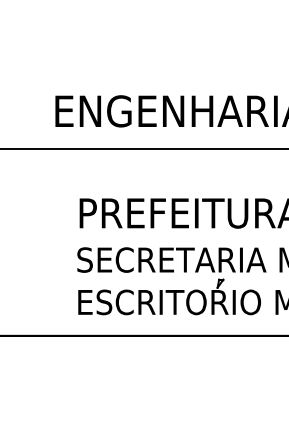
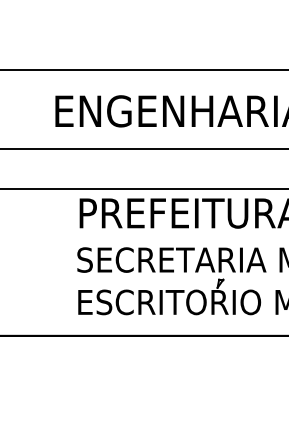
line at (143, 69): none -> present
line at (143, 188): none -> present
